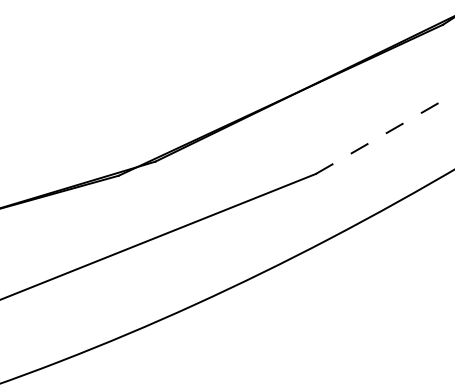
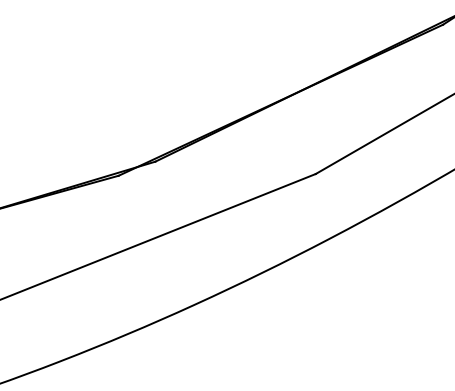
line at (384, 134): dashed -> solid
